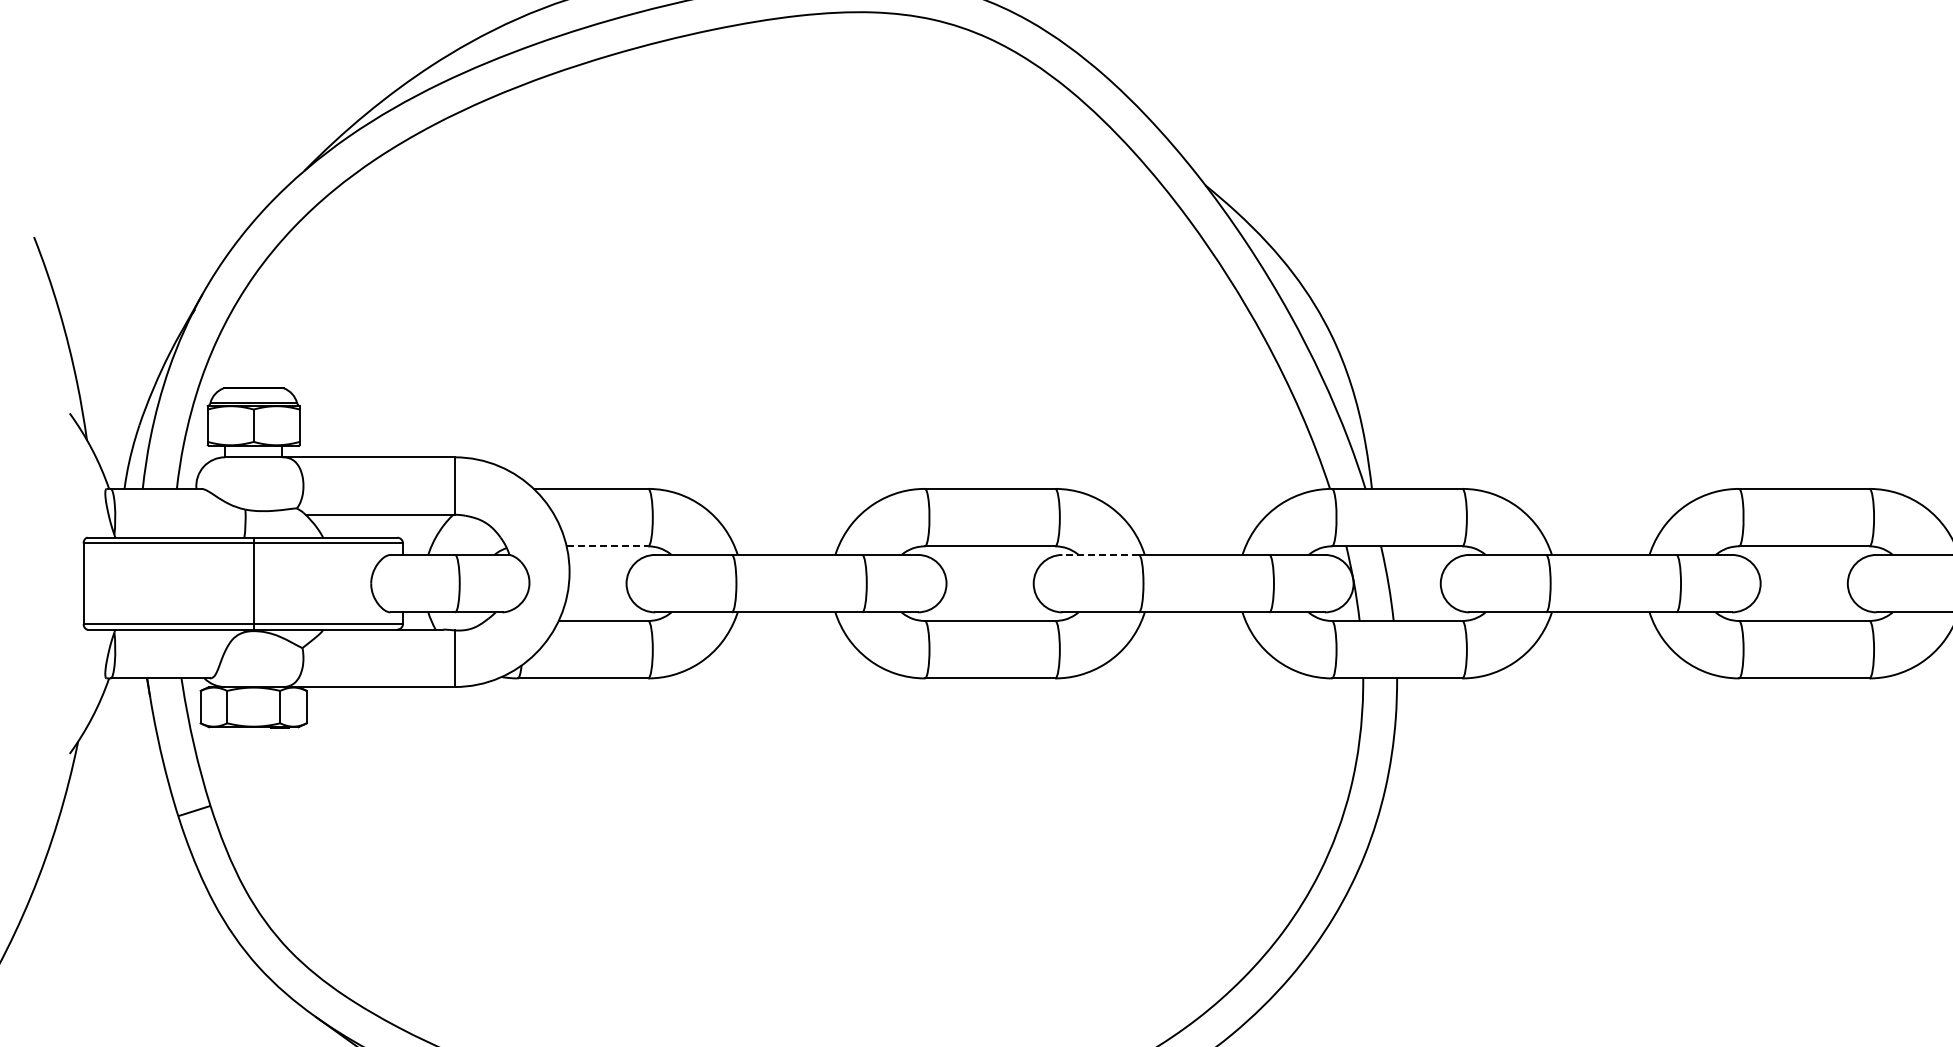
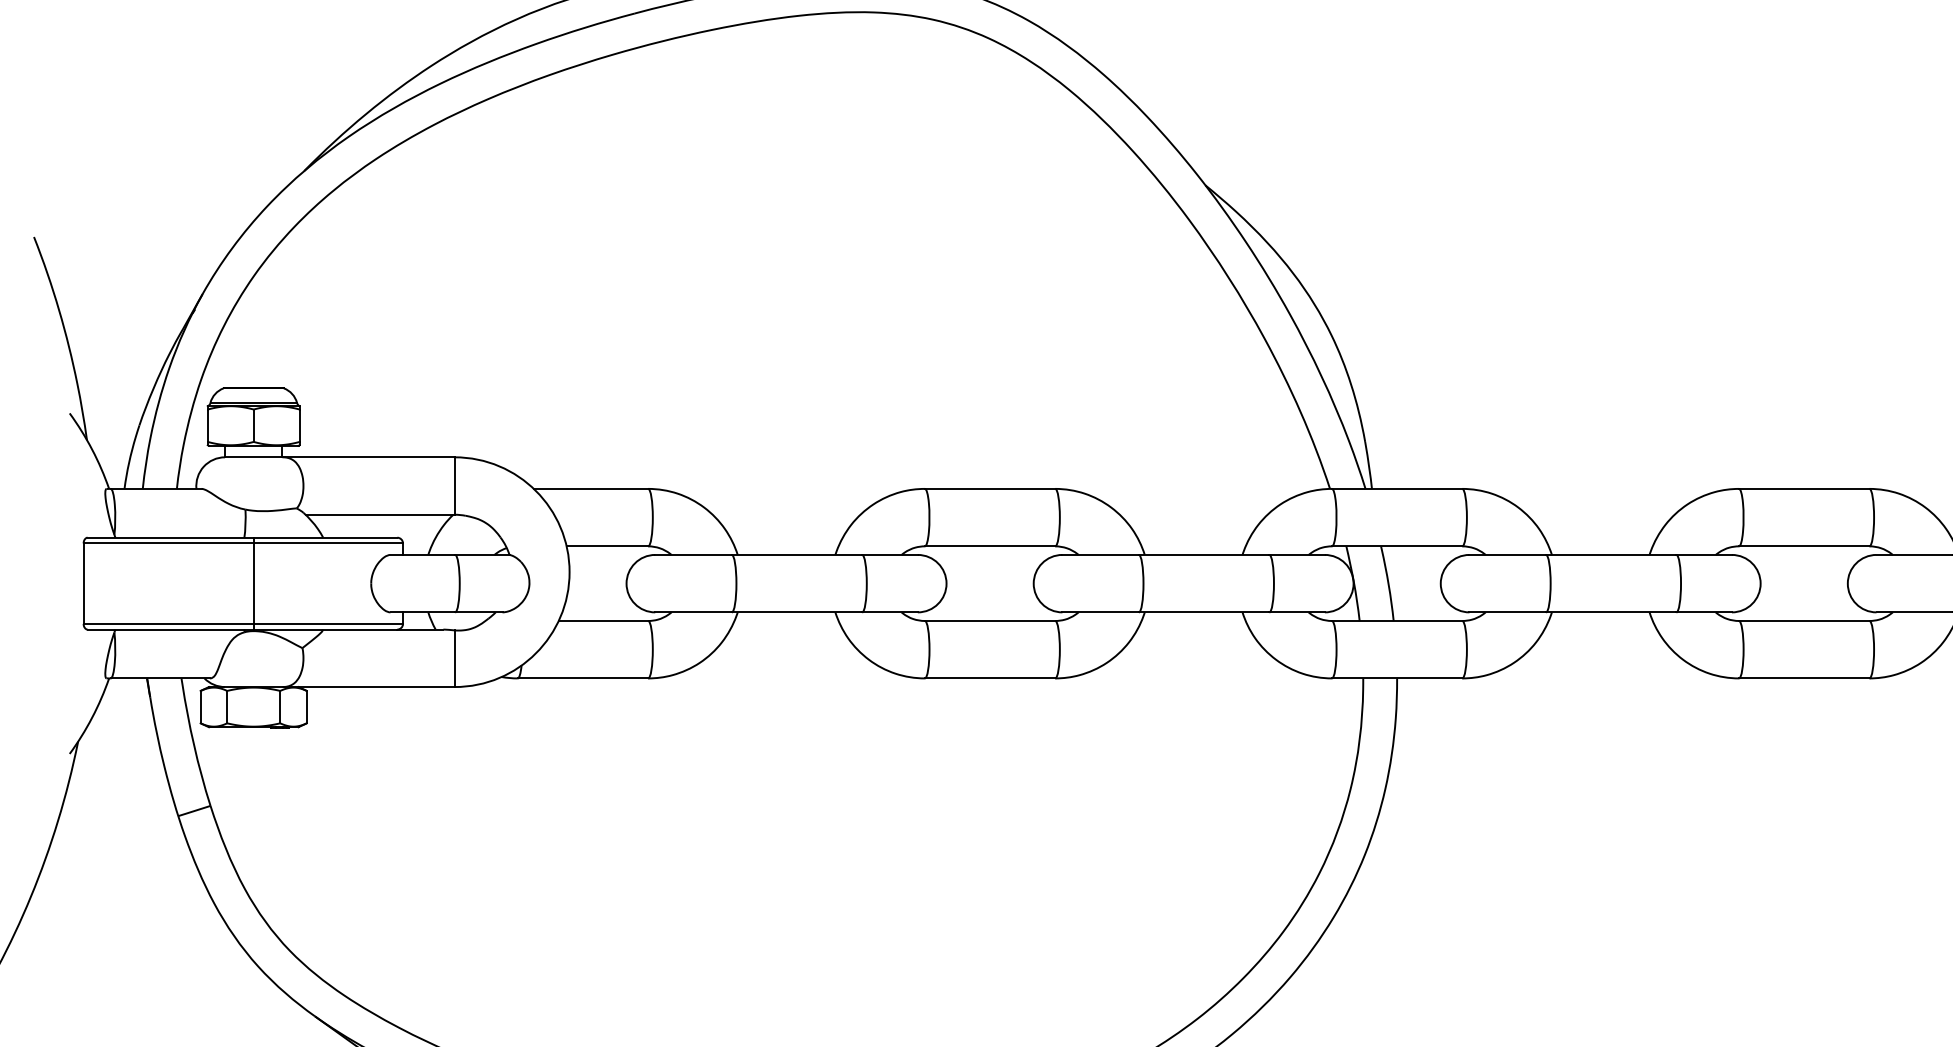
line at (607, 546): dashed -> solid
line at (1100, 554): dashed -> solid
